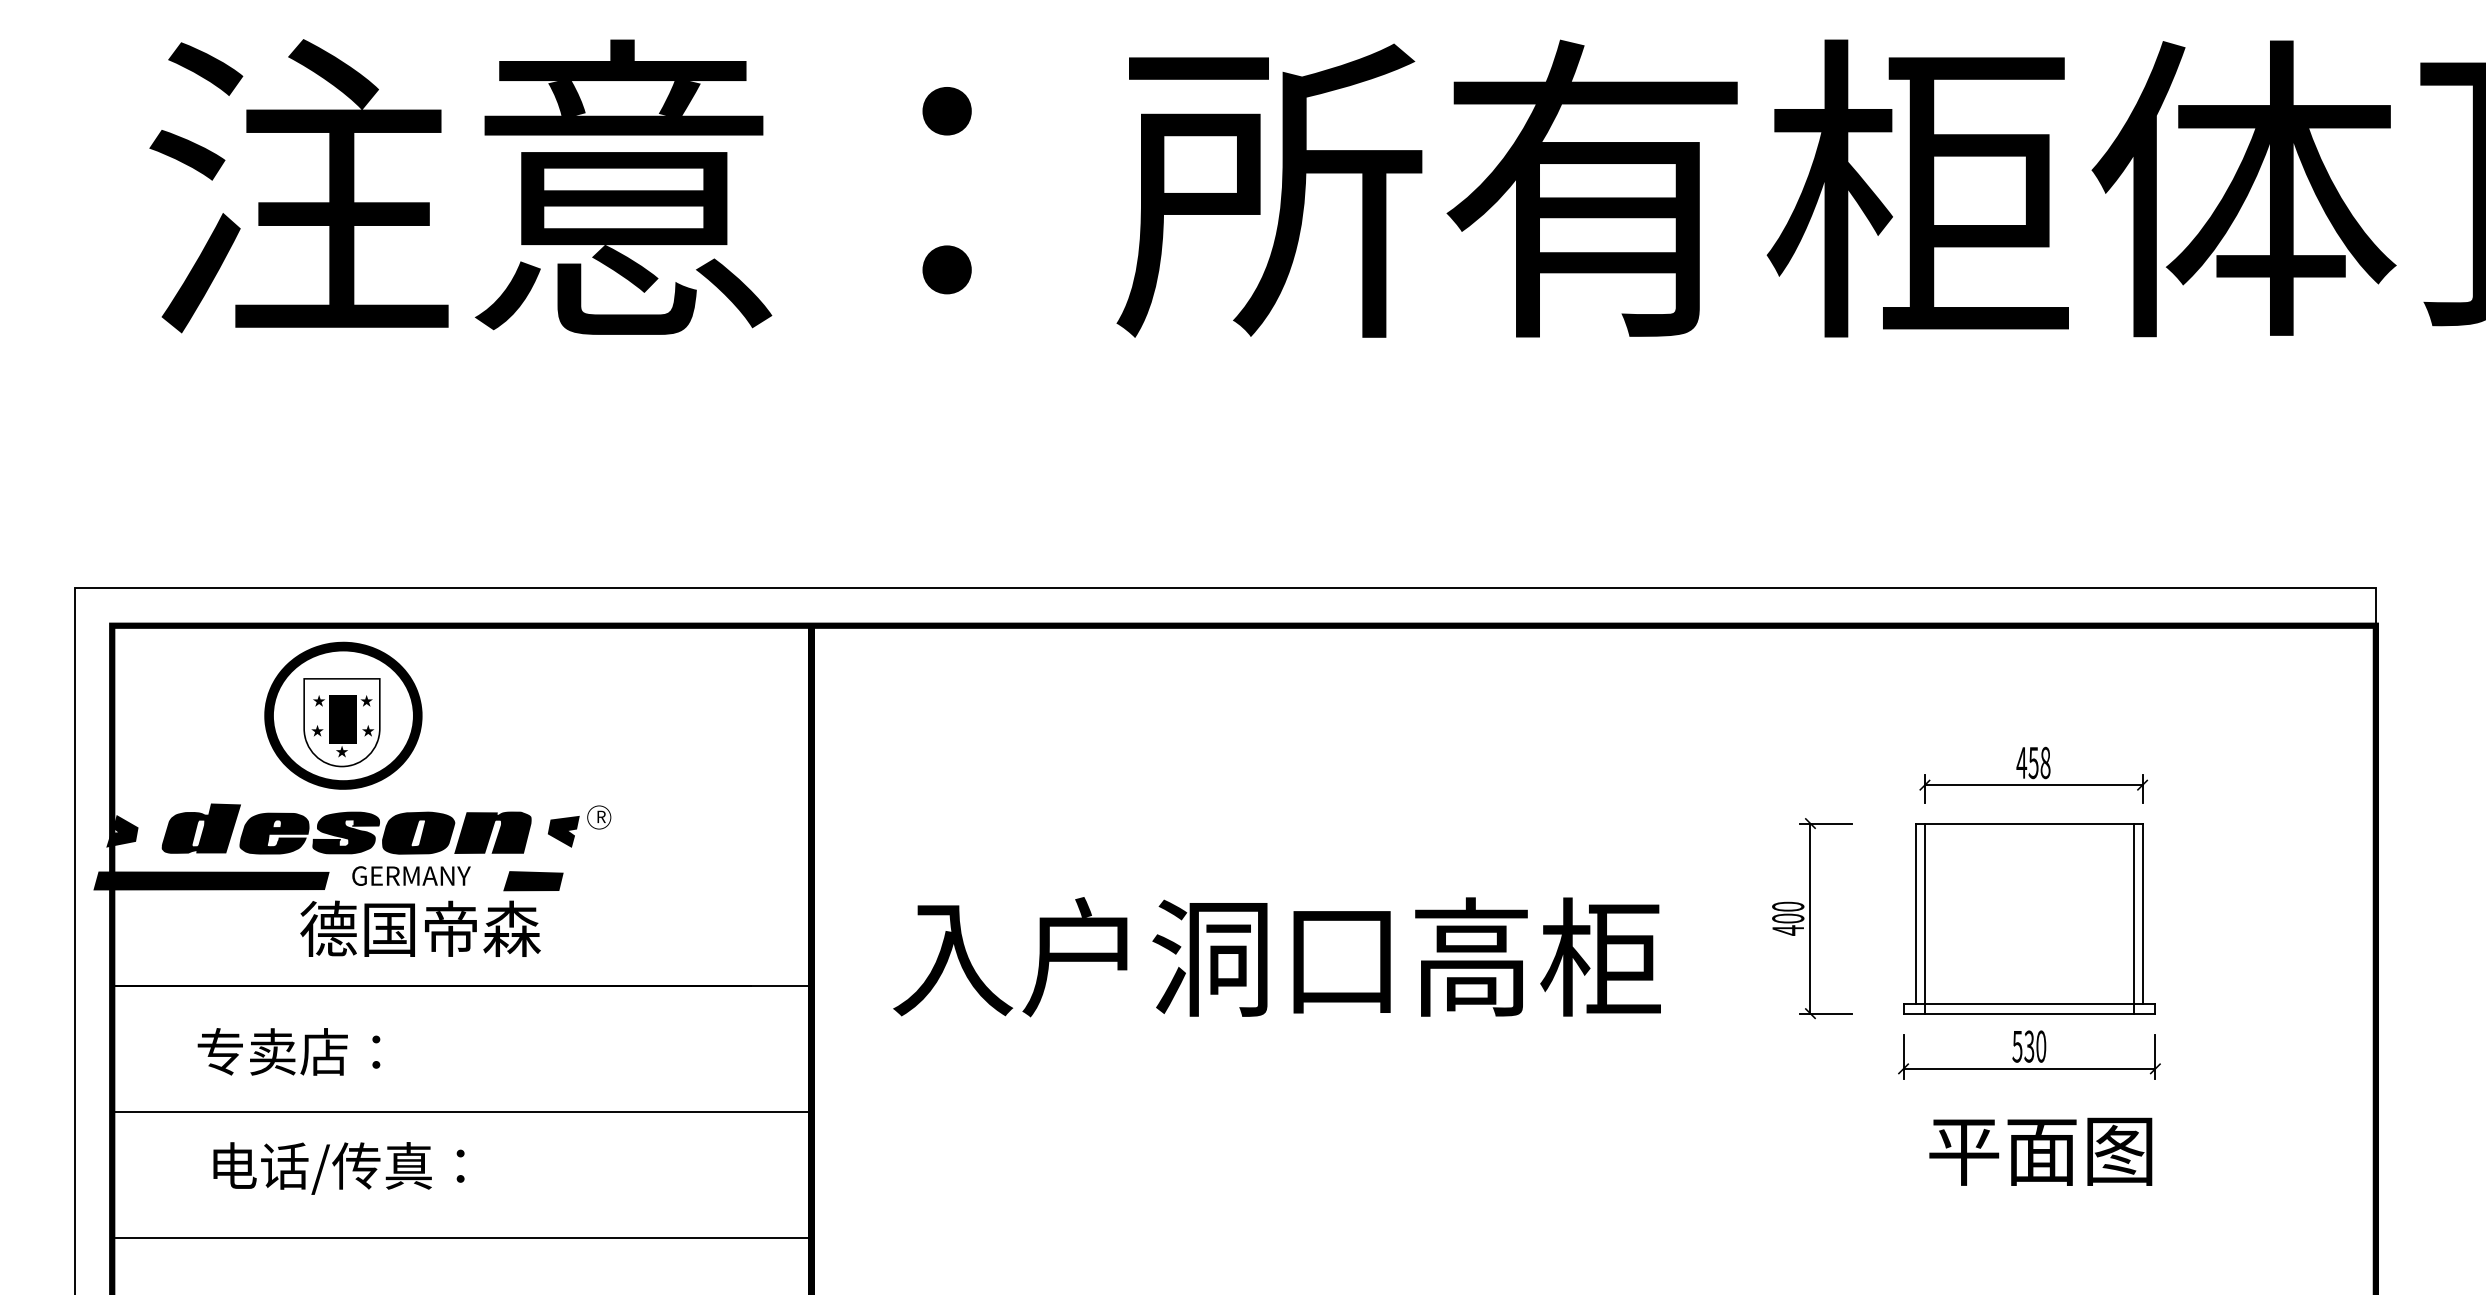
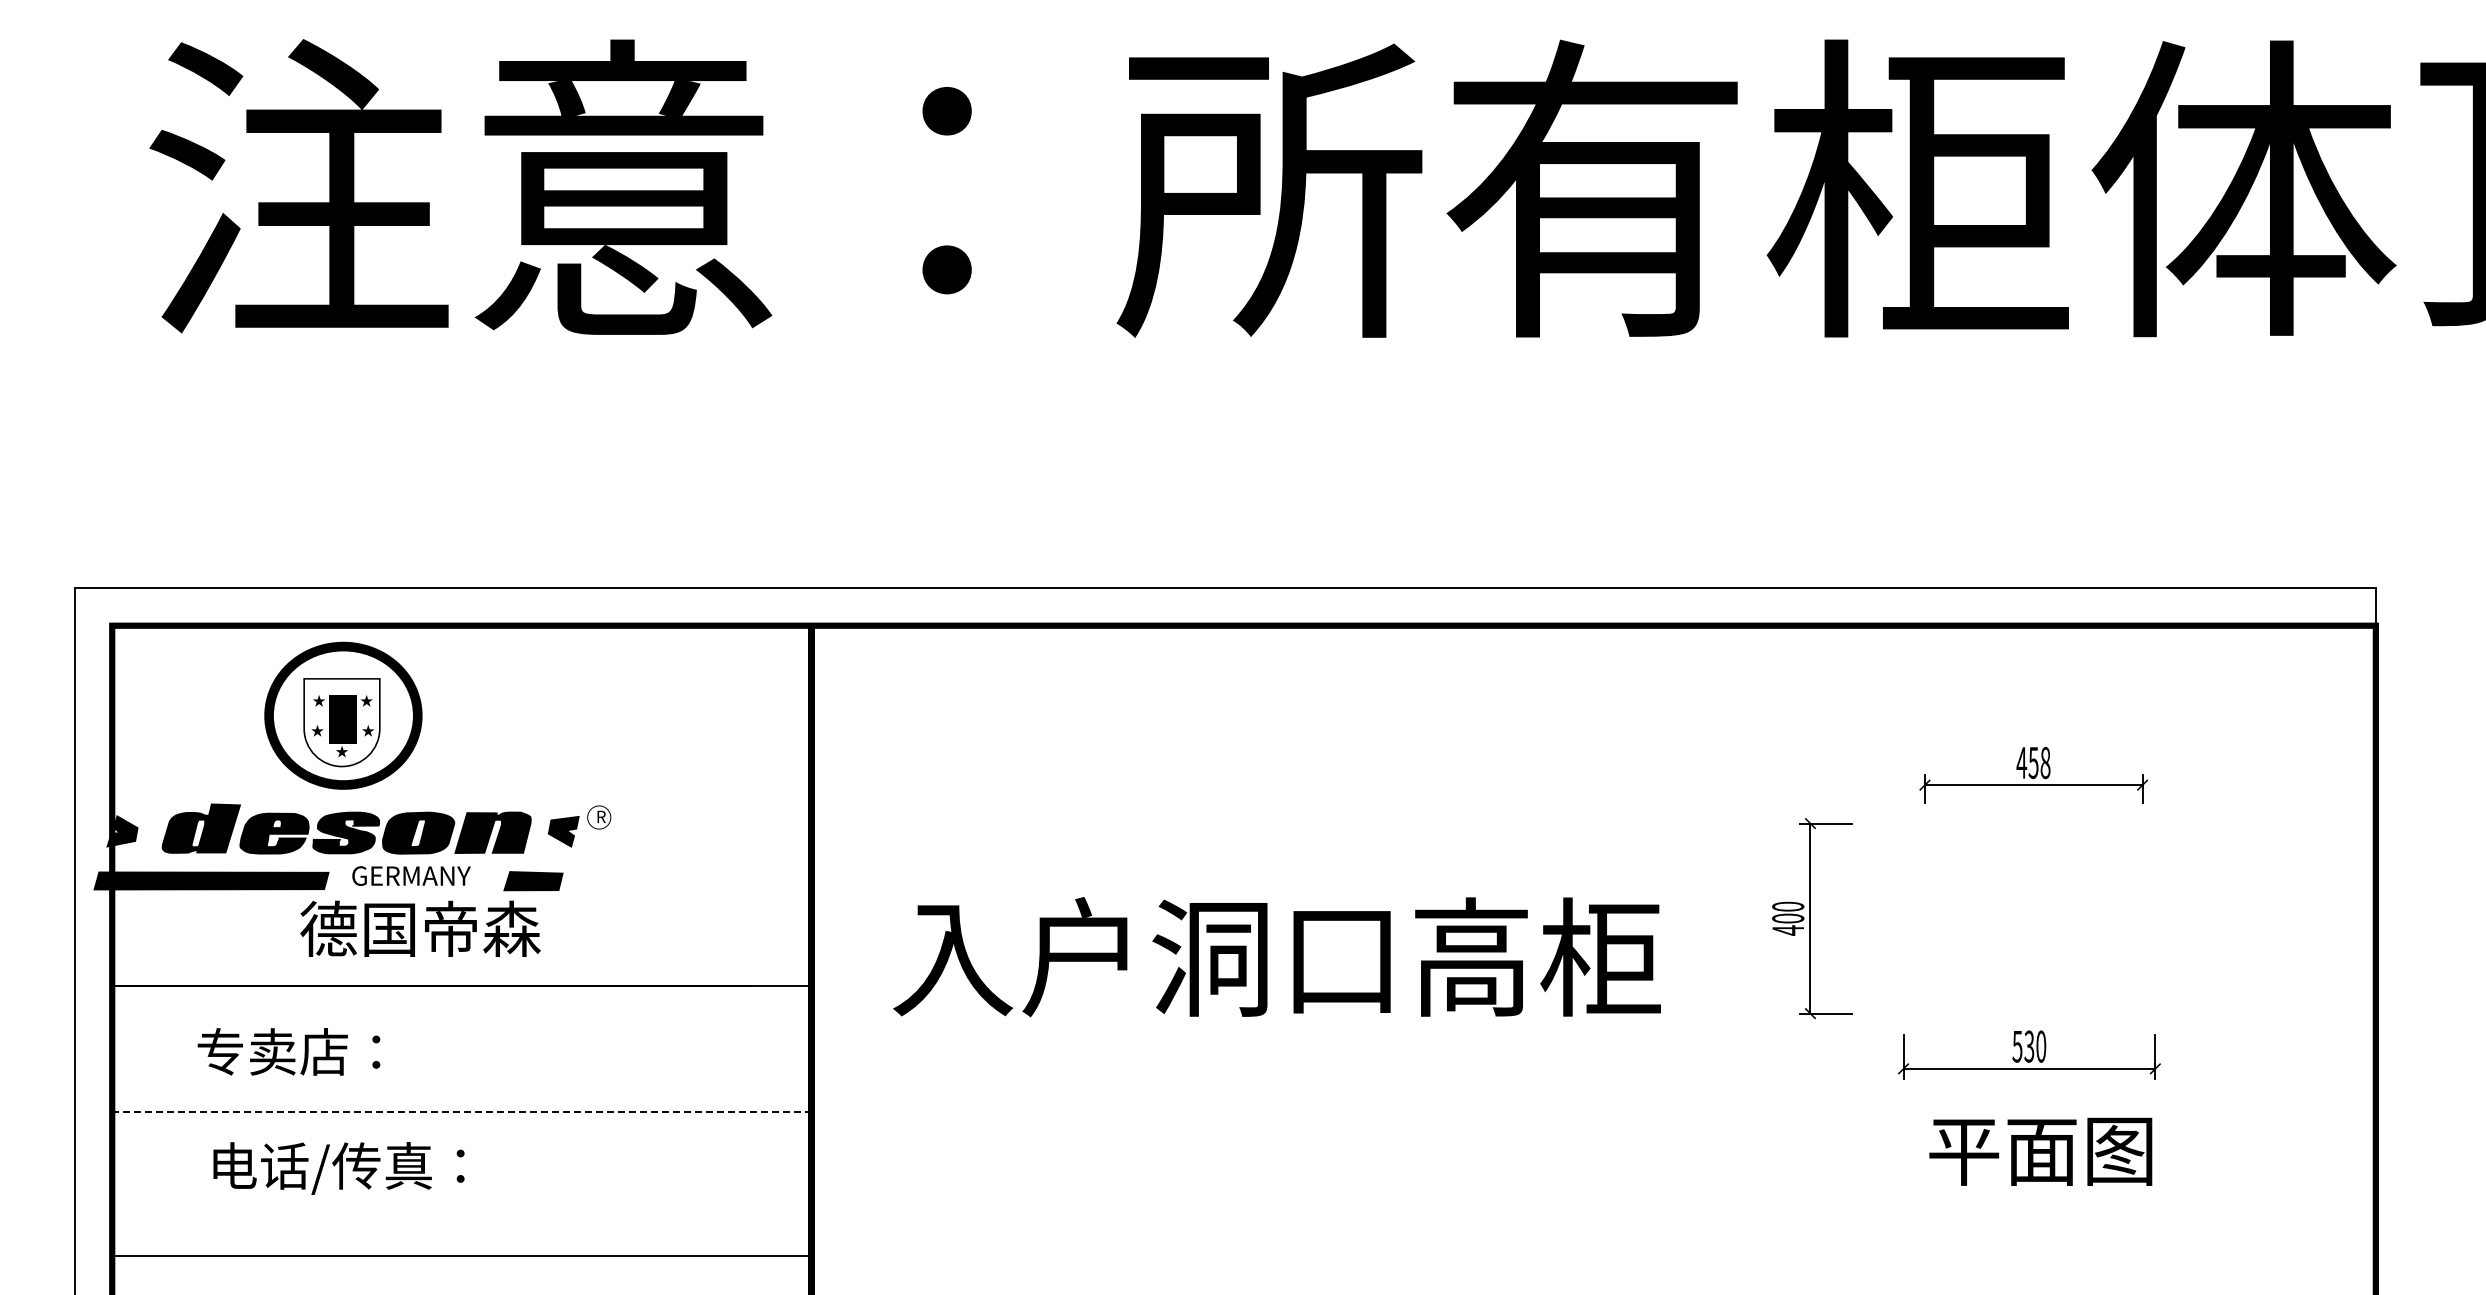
part at (2029, 918): present -> none
line at (461, 1112): solid -> dashed
line at (463, 1237) position: (463, 1237) -> (463, 1255)
